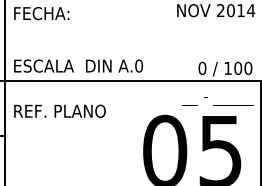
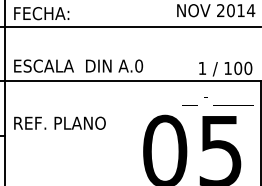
line at (130, 26): none -> present
text at (202, 68): 0 -> 1
text at (59, 110) position: (59, 110) -> (59, 122)
